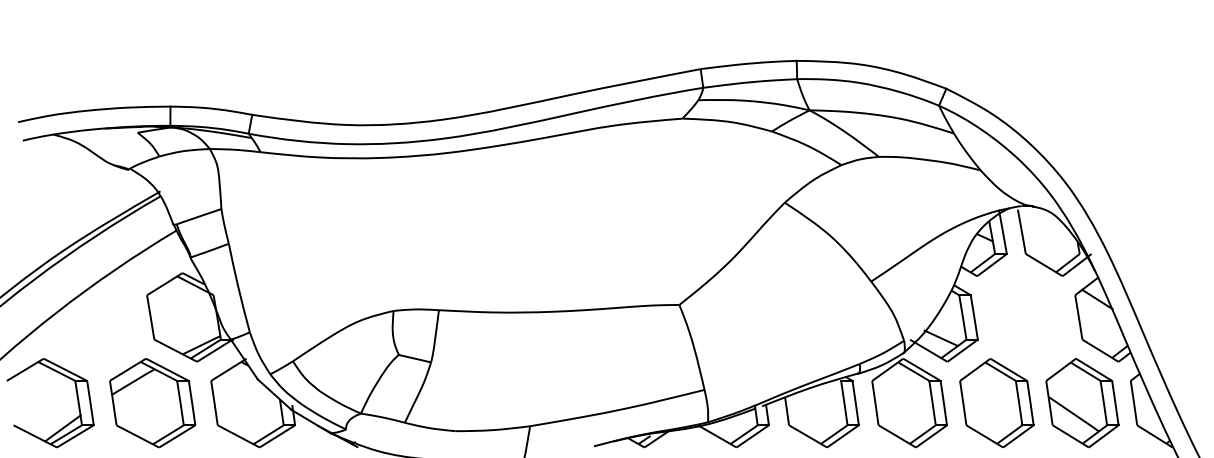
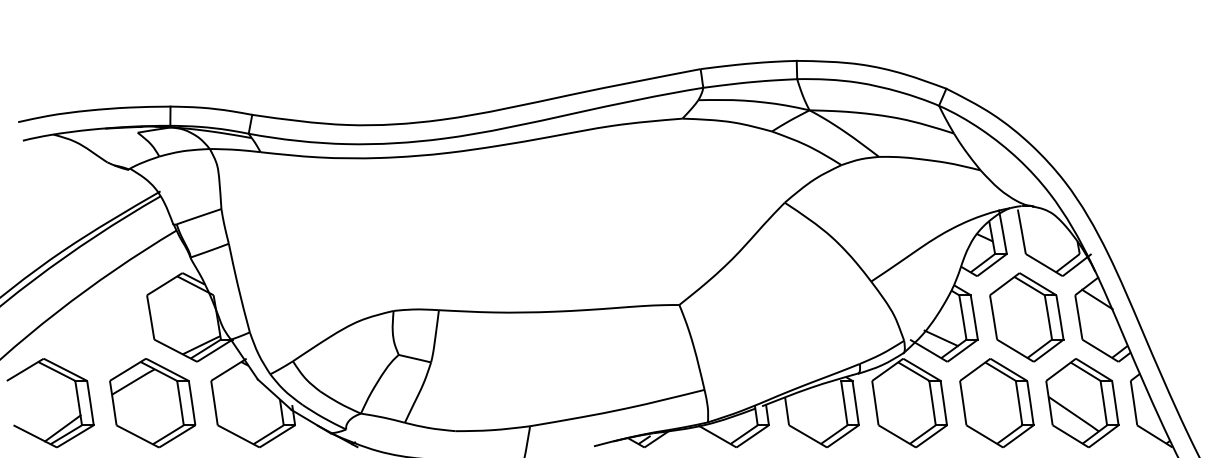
part at (1026, 317): none -> present
